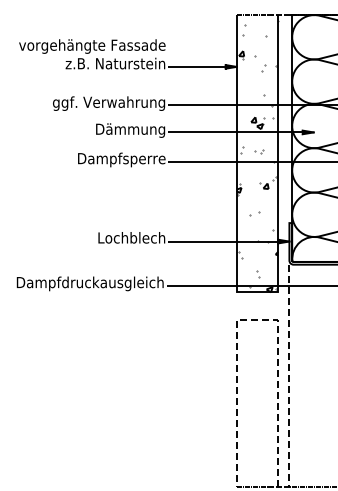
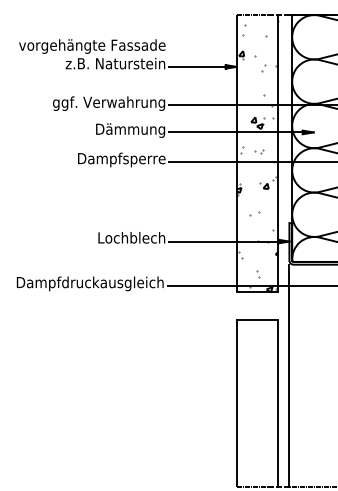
line at (257, 320): dashed -> solid
line at (289, 375): dashed -> solid
